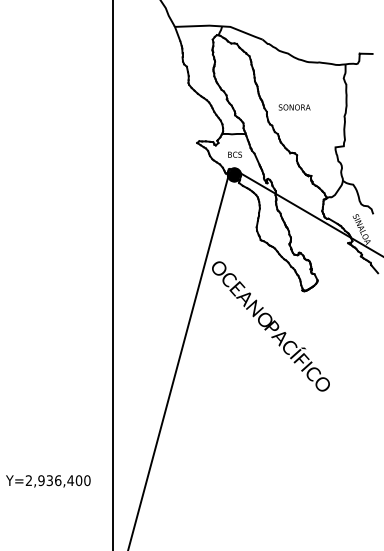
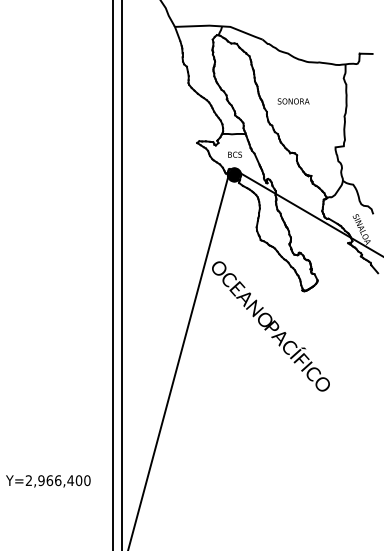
text at (294, 107) position: (294, 107) -> (293, 101)
line at (122, 274): none -> present
text at (49, 480): Y=2,936,400 -> Y=2,966,400
